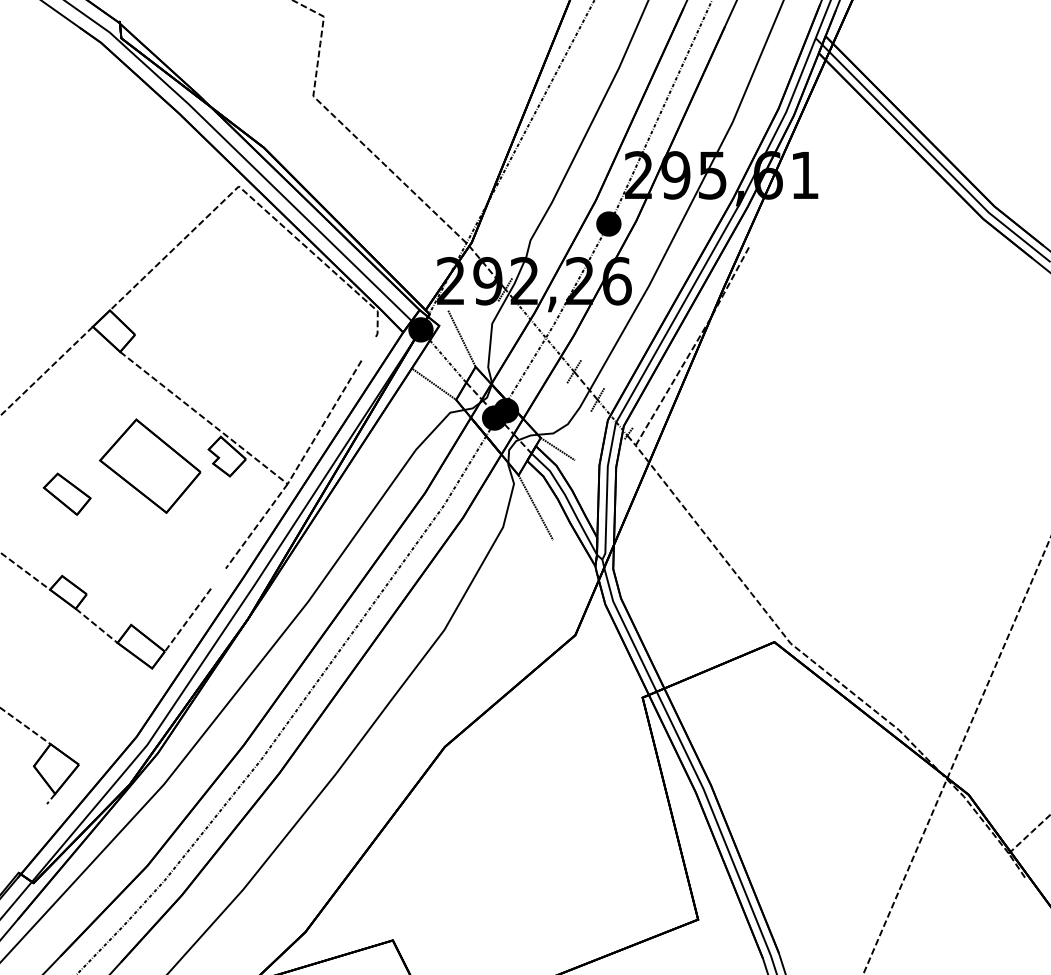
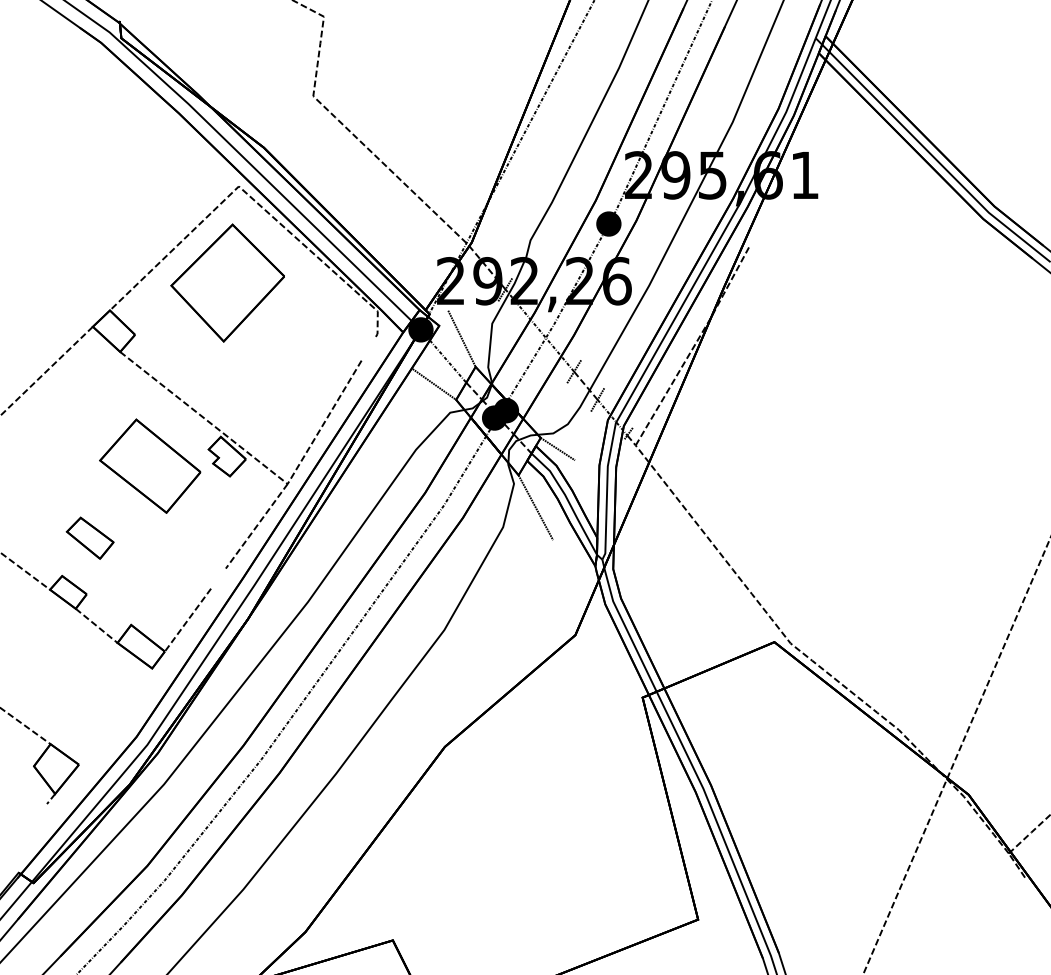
part at (227, 282): none -> present
part at (66, 493) position: (66, 493) -> (89, 537)
